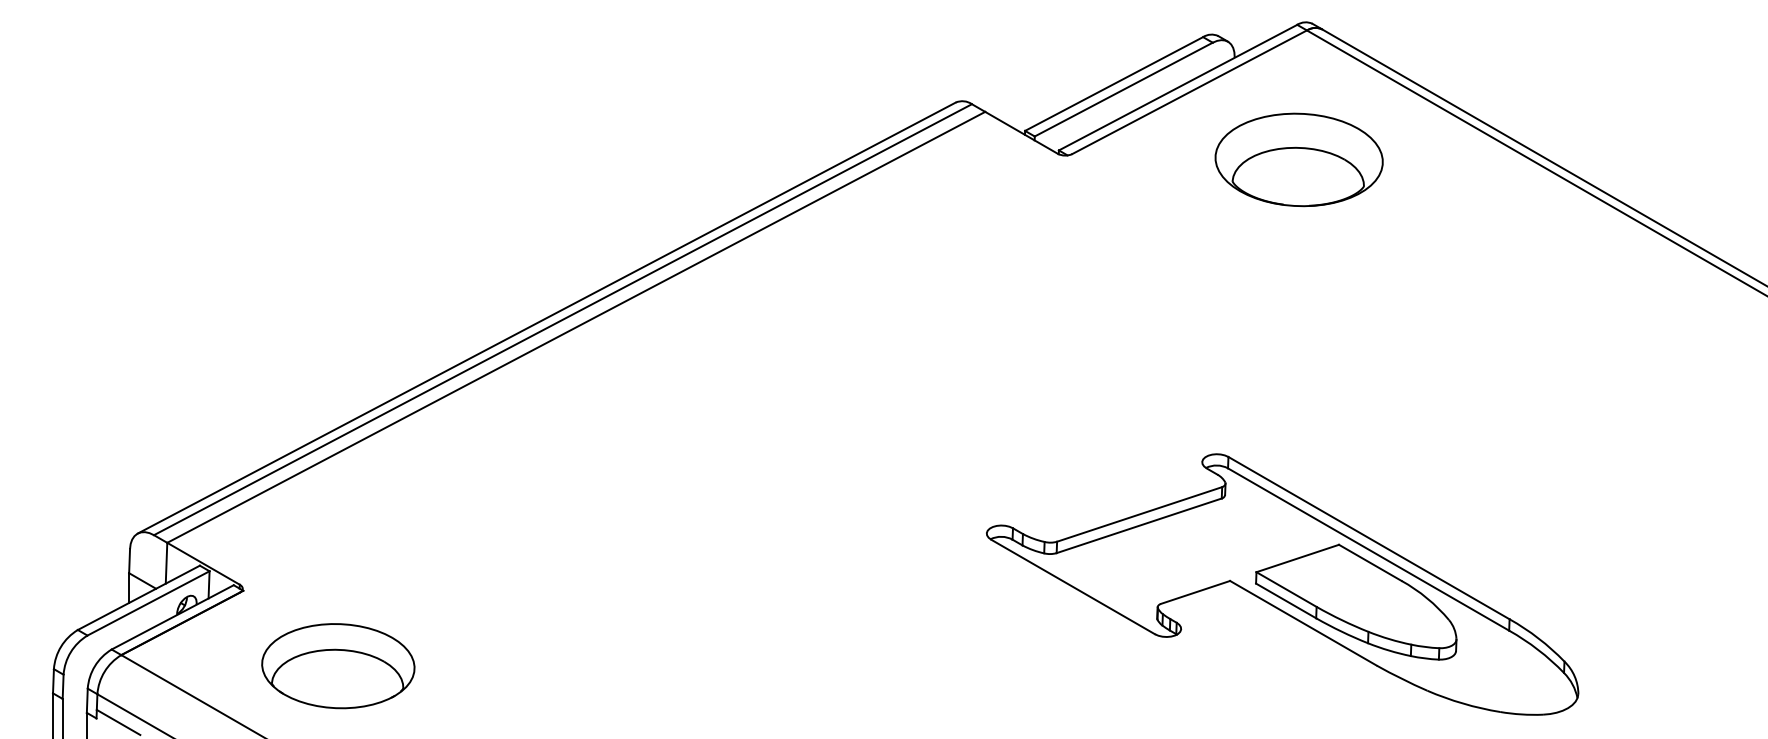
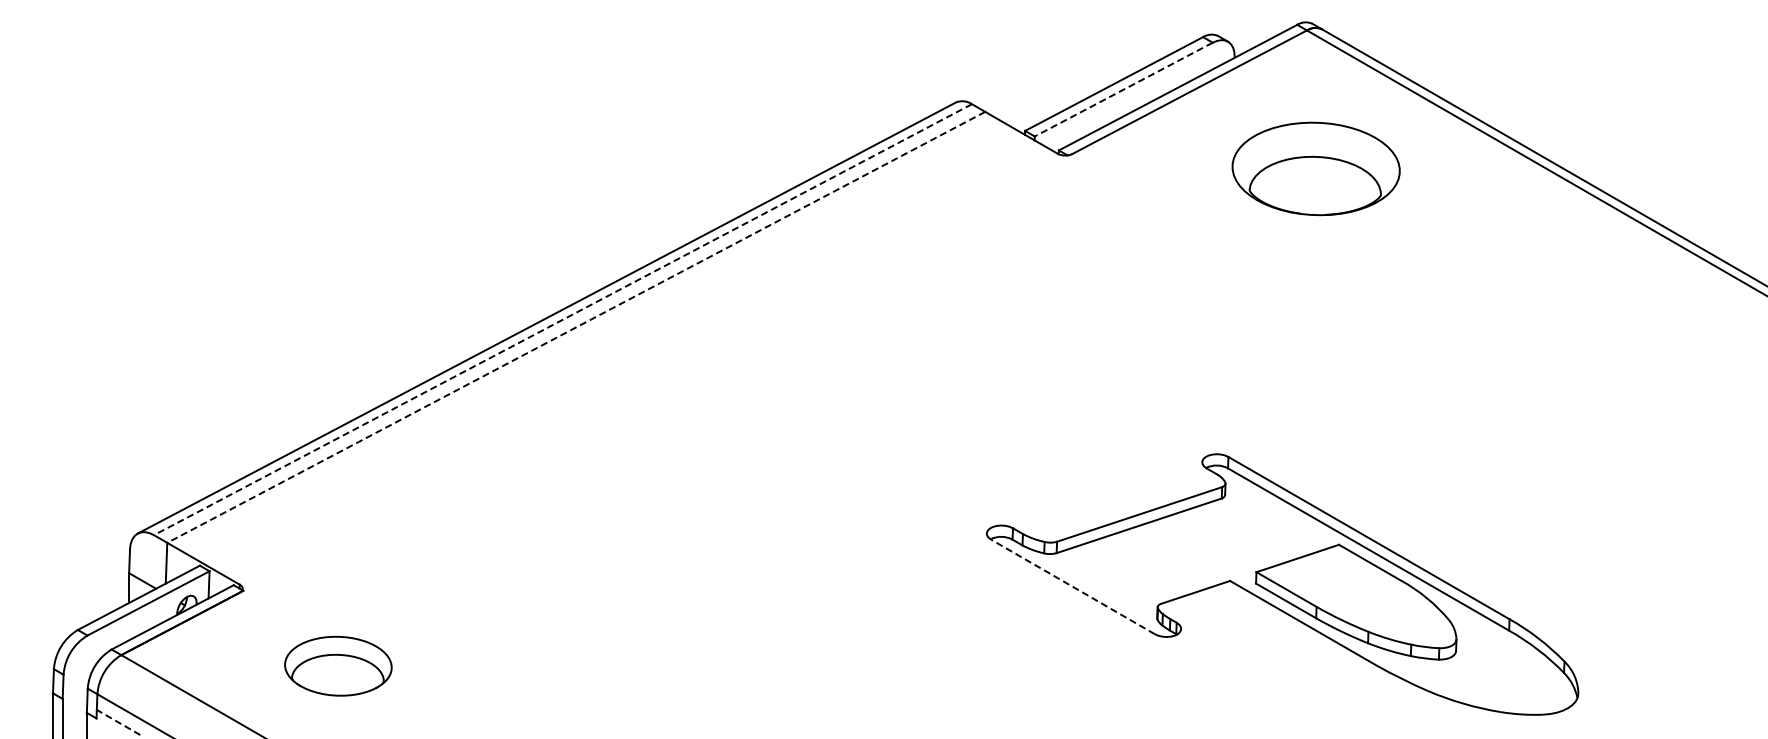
line at (1123, 89): solid -> dashed
part at (1298, 159) position: (1298, 159) -> (1315, 168)
line at (562, 319): solid -> dashed
line at (575, 327): solid -> dashed
line at (1073, 586): solid -> dashed
part at (338, 666) size: 155x87 px -> 109x62 px
line at (118, 722): solid -> dashed
